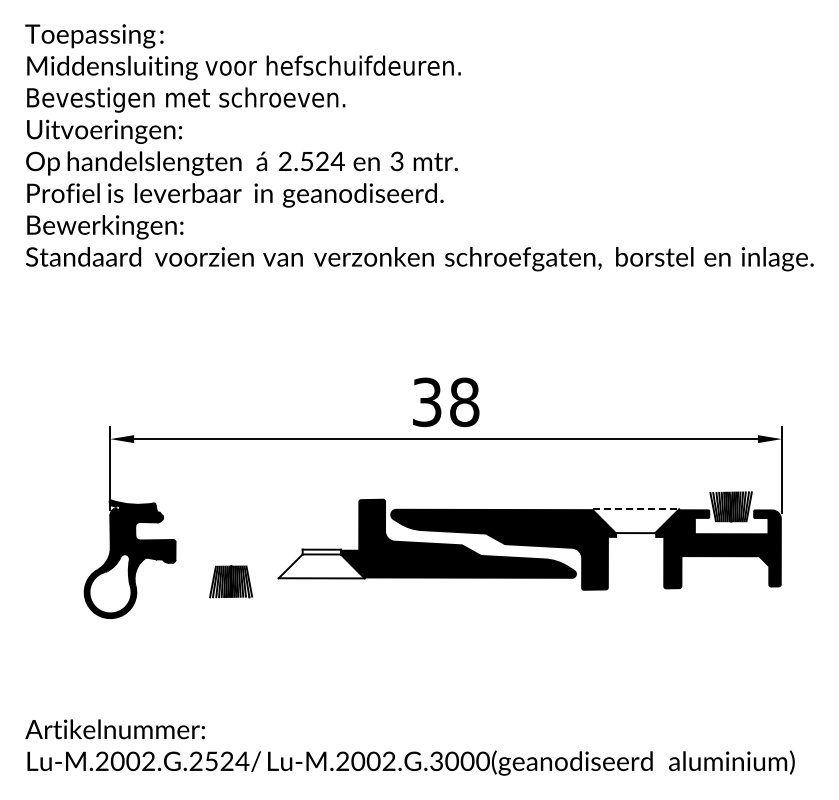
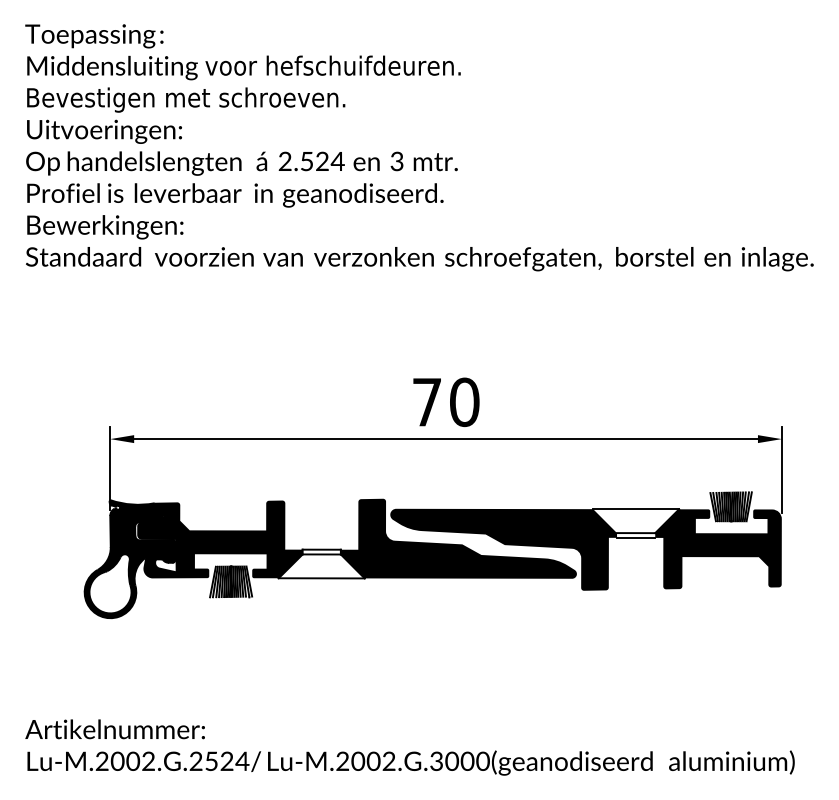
text at (446, 402): 38 -> 70
line at (636, 509): dashed -> solid
line at (636, 537): none -> present
fill at (219, 539): none -> present
